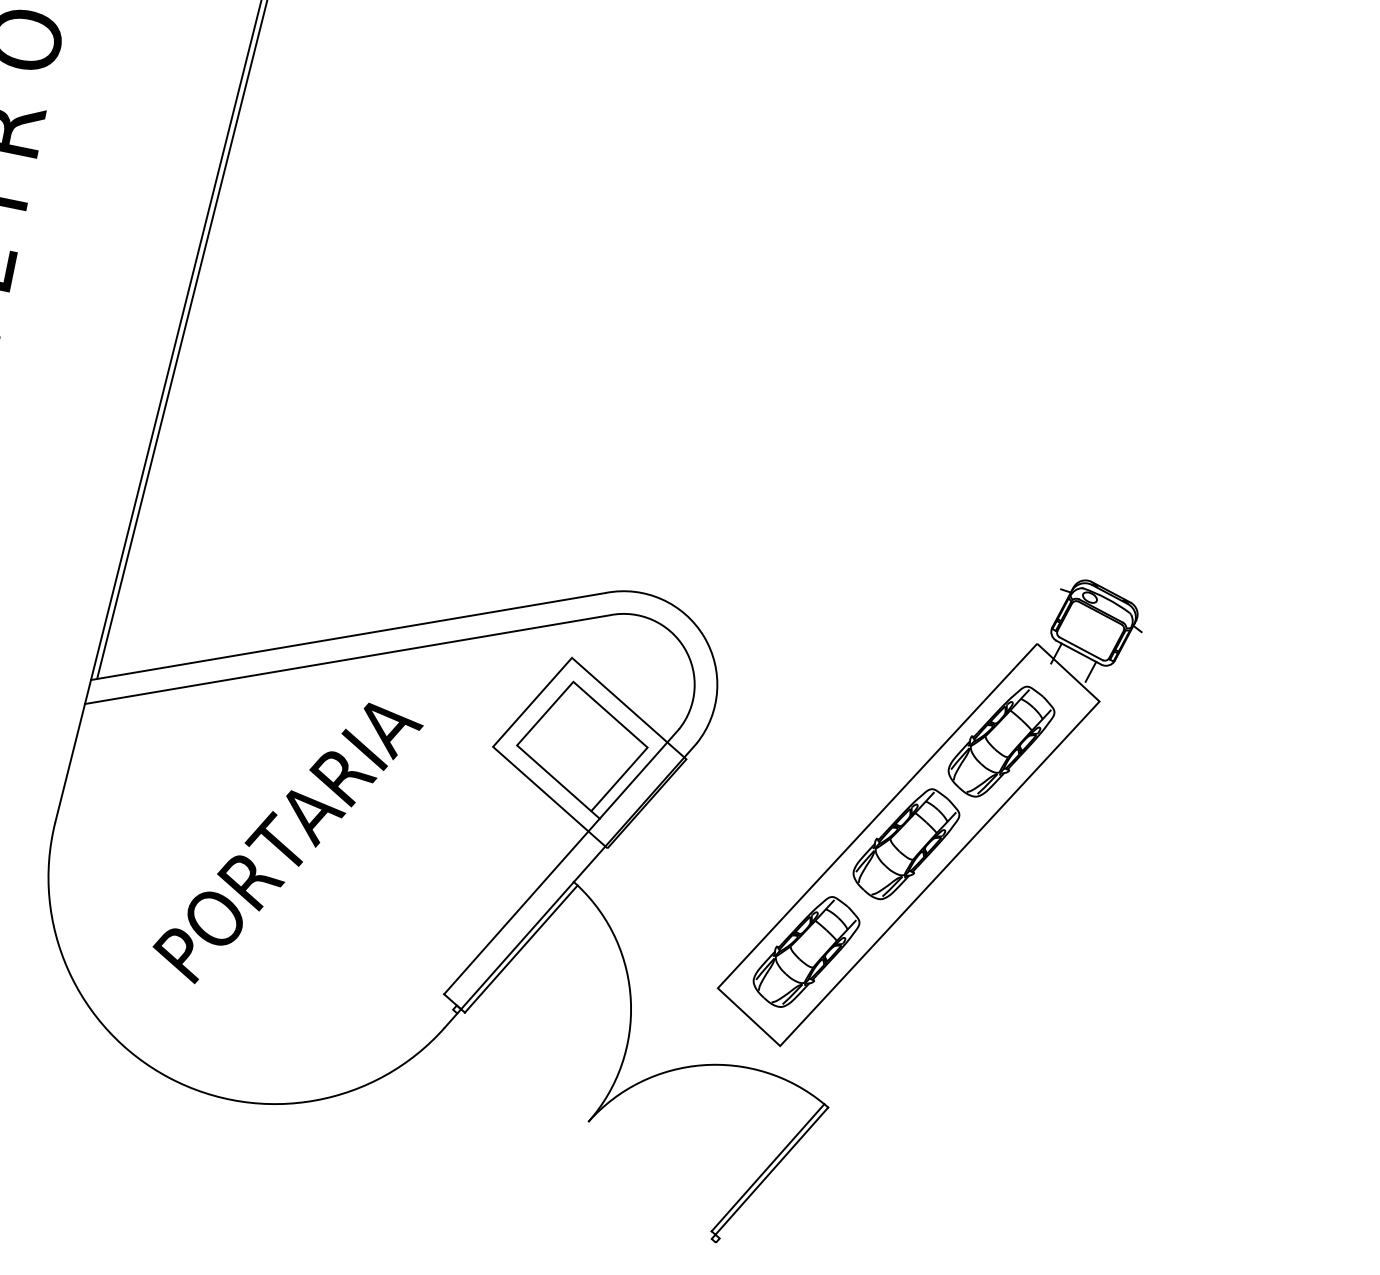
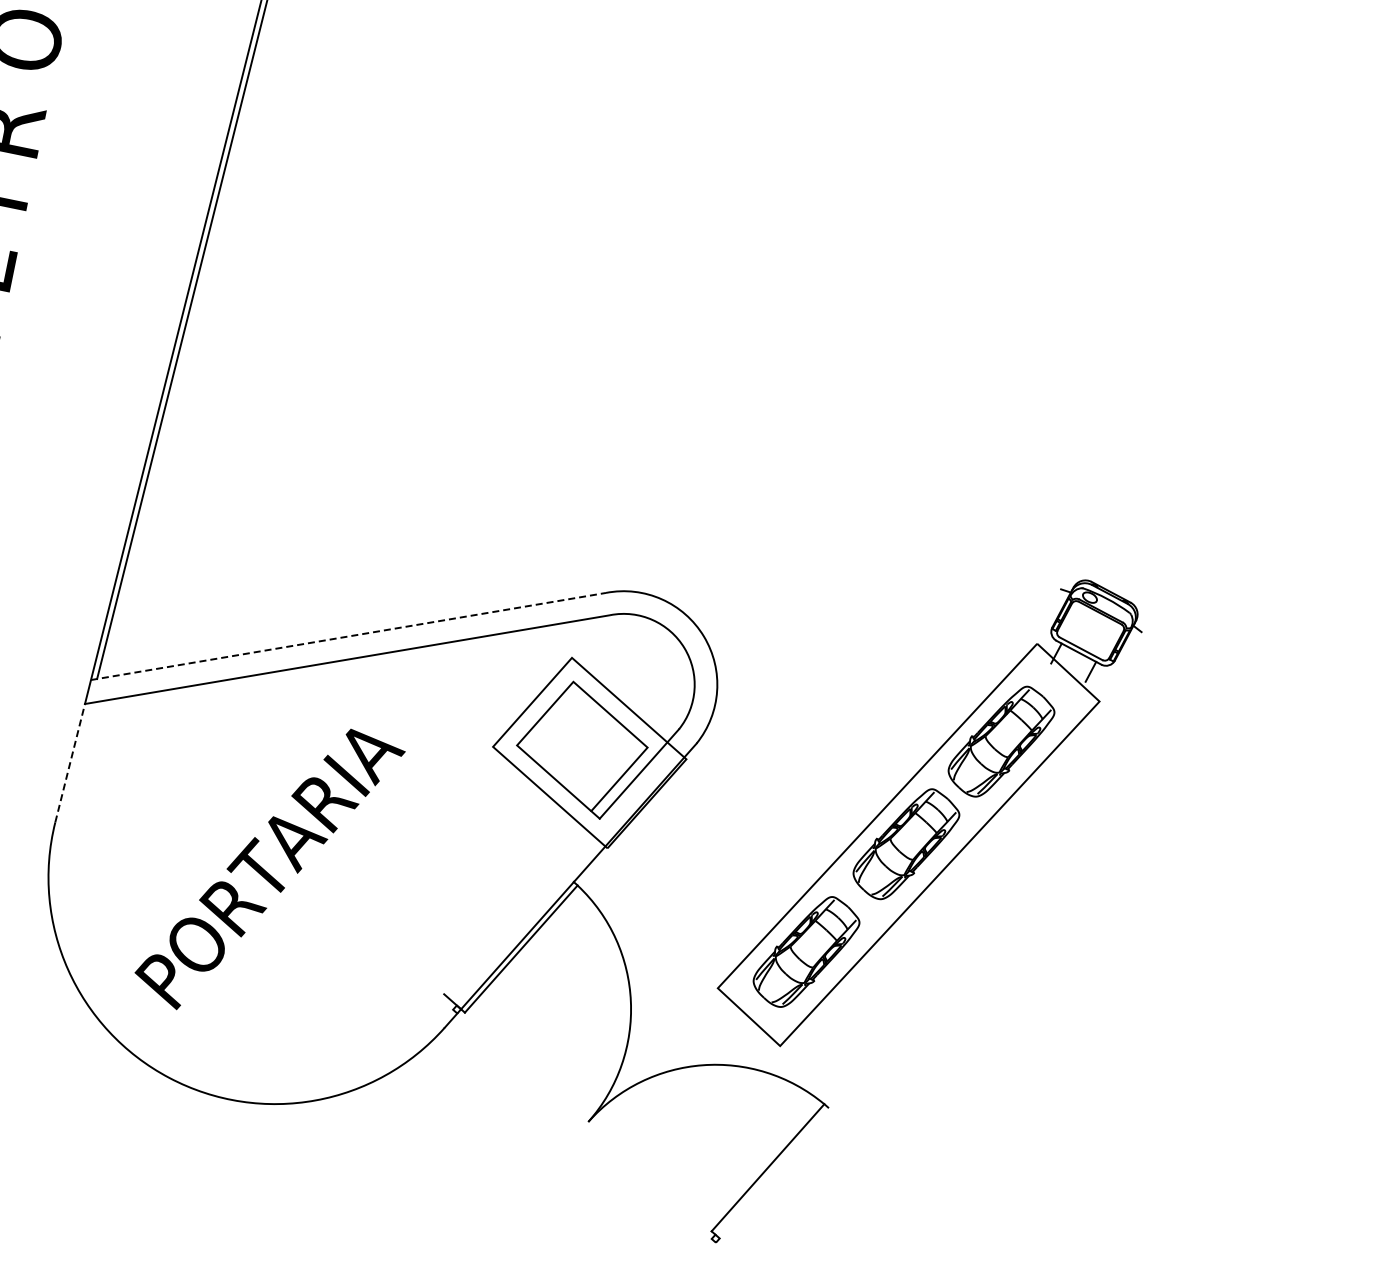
line at (348, 636): solid -> dashed
line at (70, 762): solid -> dashed
text at (287, 843) position: (287, 843) -> (269, 869)
line at (521, 906): present -> none
line at (771, 1170): present -> none
